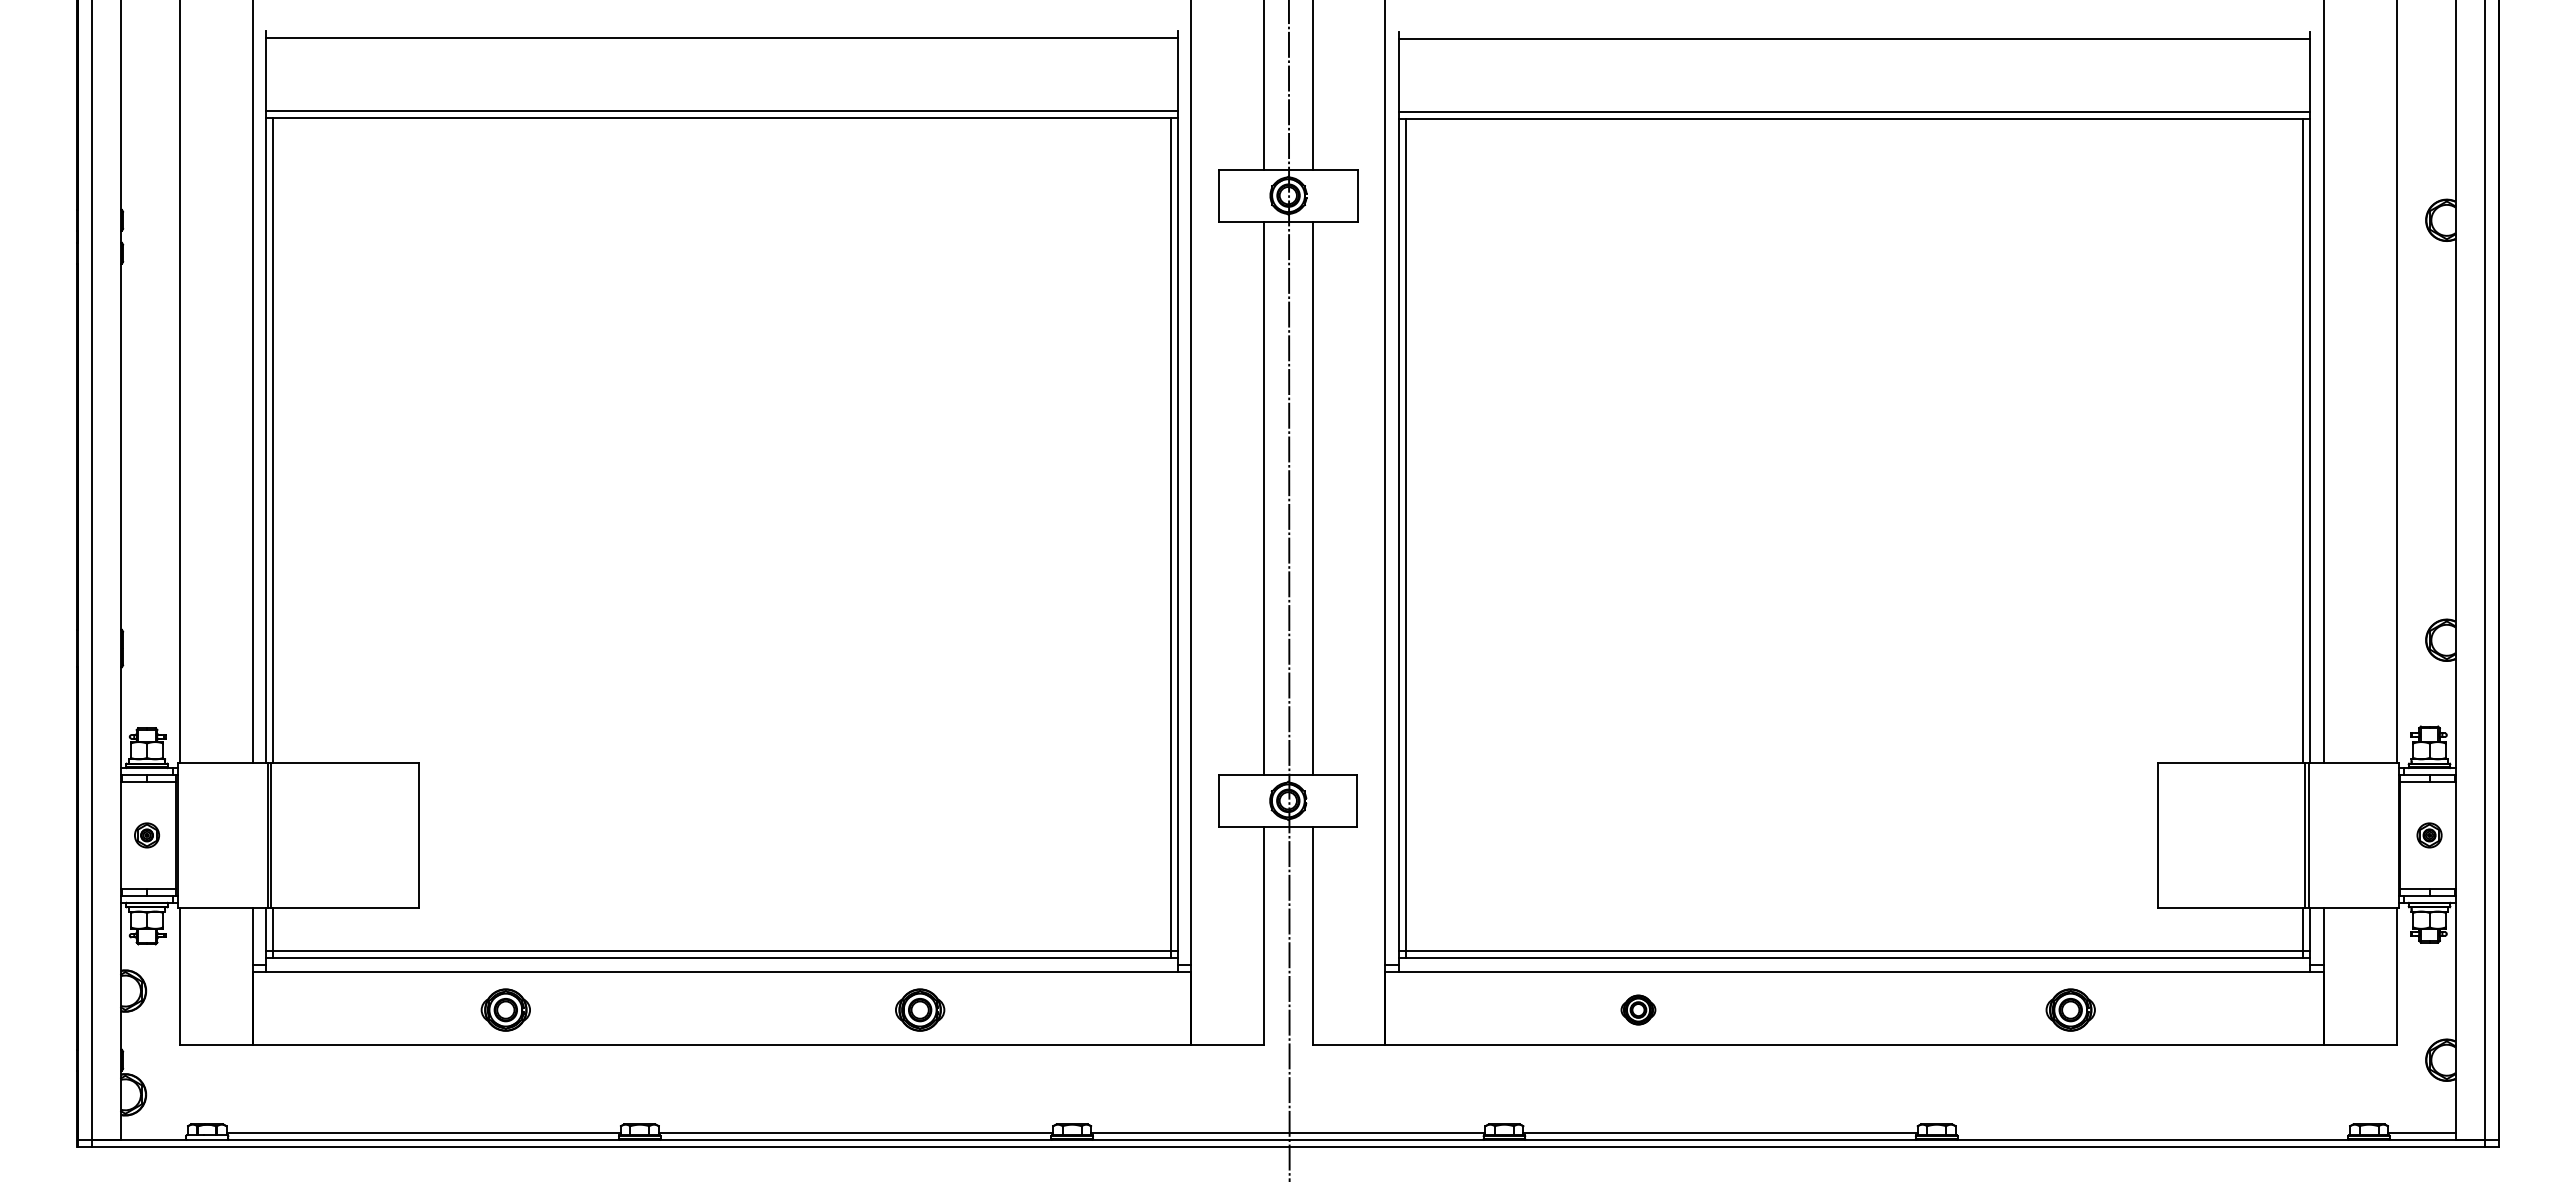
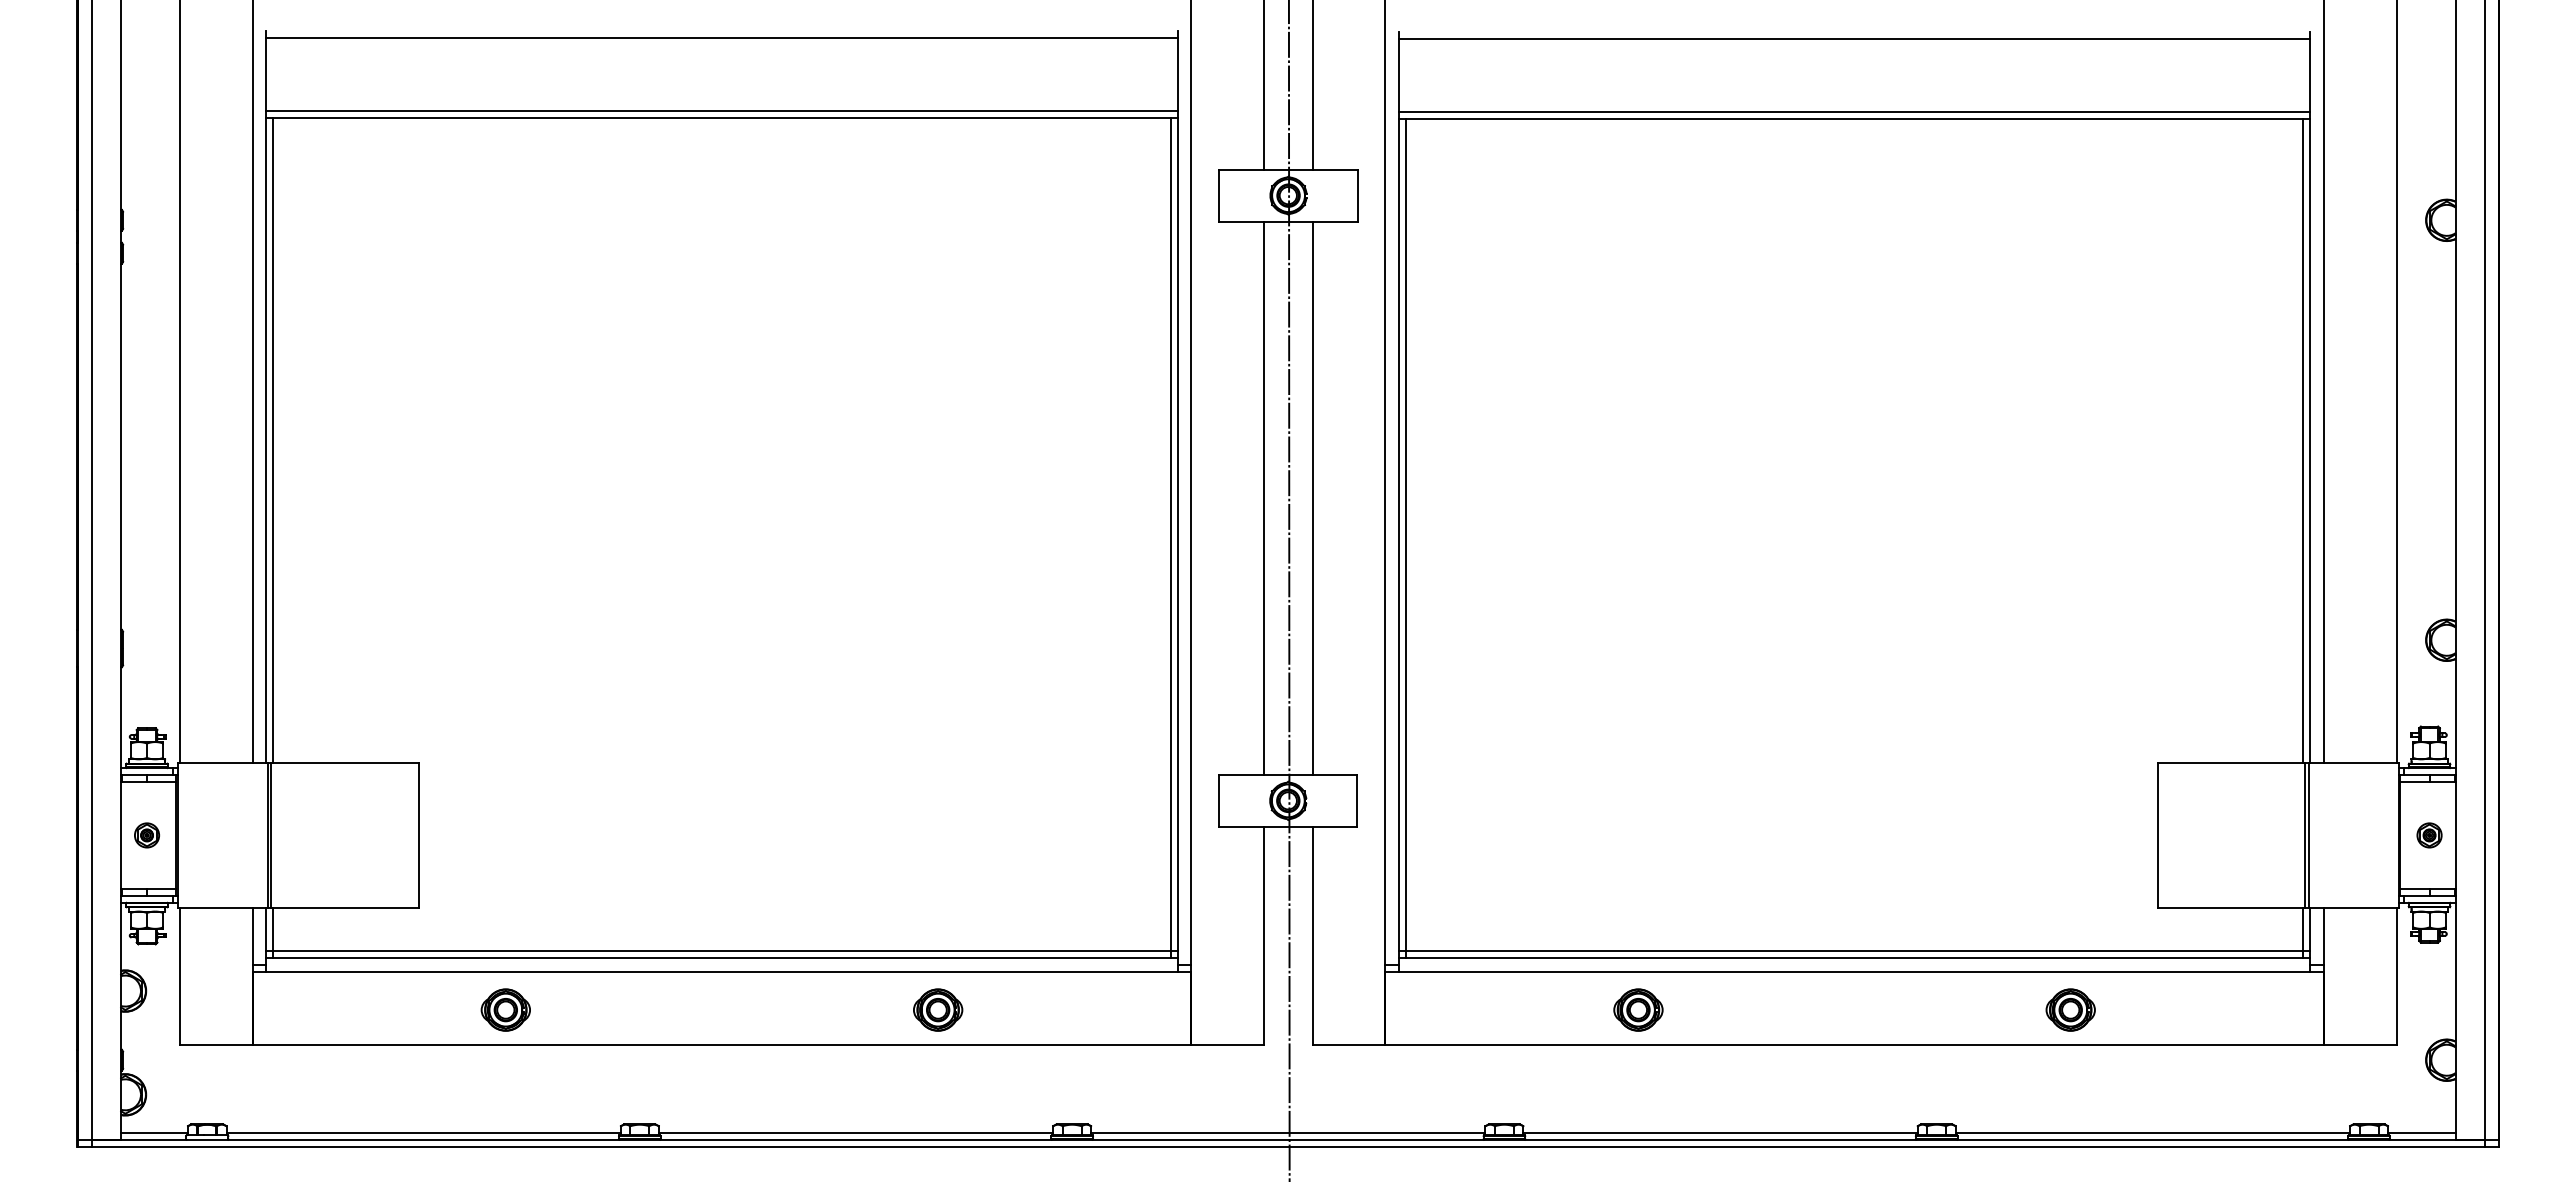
part at (920, 1009) position: (920, 1009) -> (938, 1009)
part at (1638, 1009) size: 37x32 px -> 51x44 px
line at (154, 1132): none -> present
line at (2152, 1132): none -> present
